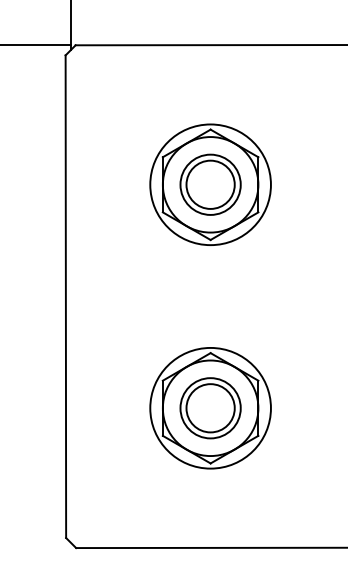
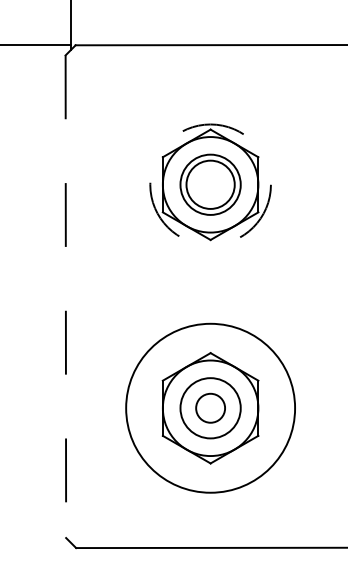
circle at (210, 184): solid -> dashed
line at (65, 297): solid -> dashed
circle at (210, 407) diameter: 121 px -> 169 px
circle at (210, 408) diameter: 48 px -> 29 px
